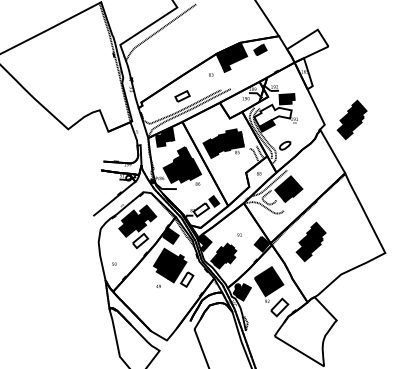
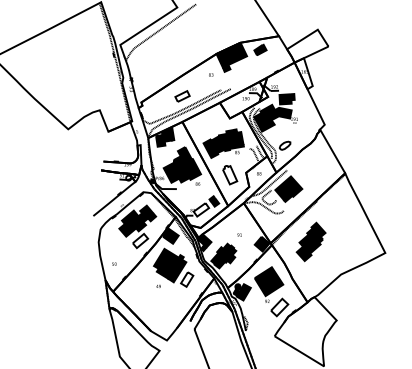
fill at (272, 115): none -> present
part at (351, 119): present -> none
part at (230, 175): none -> present
